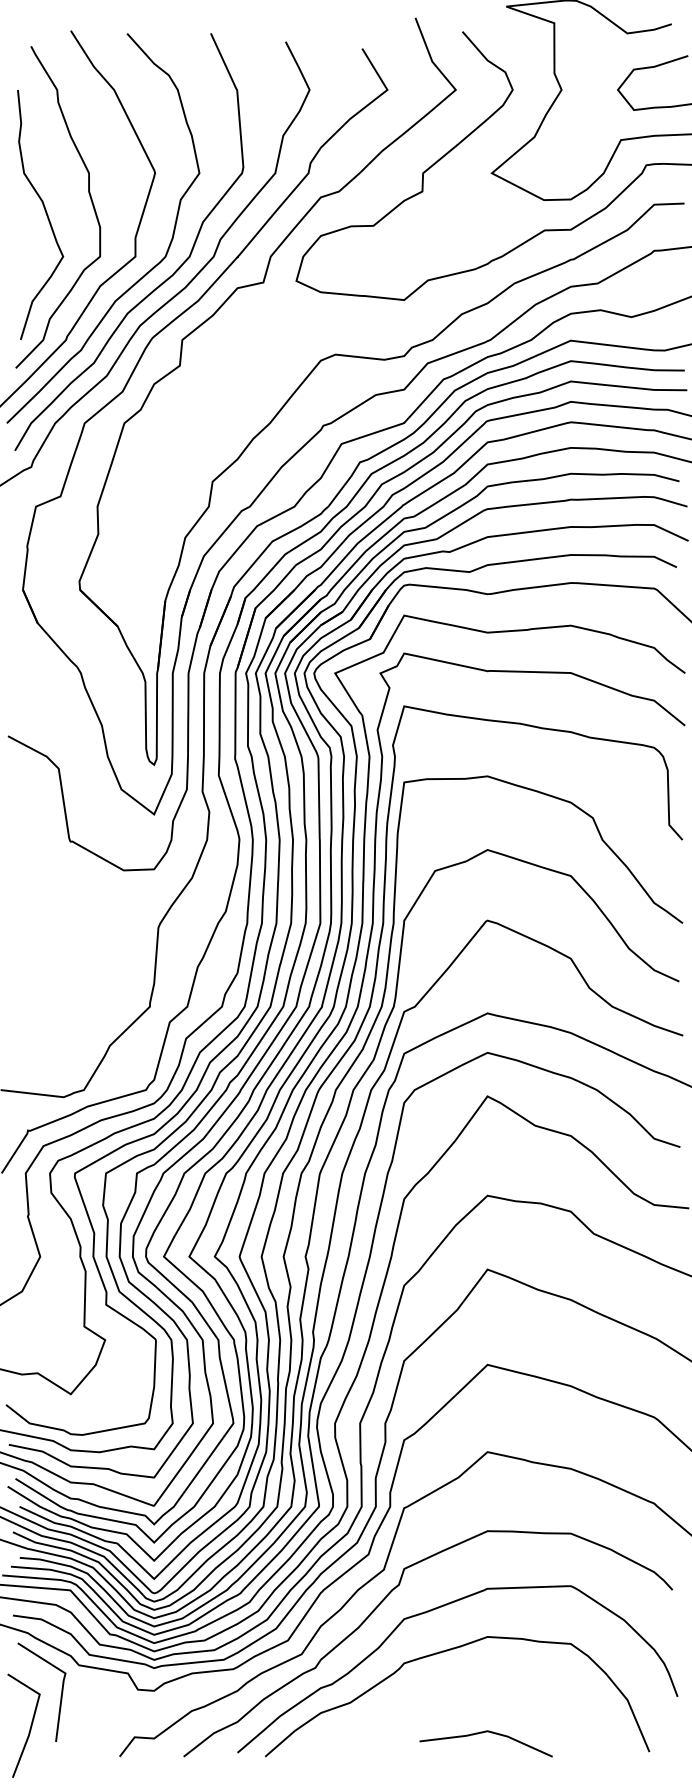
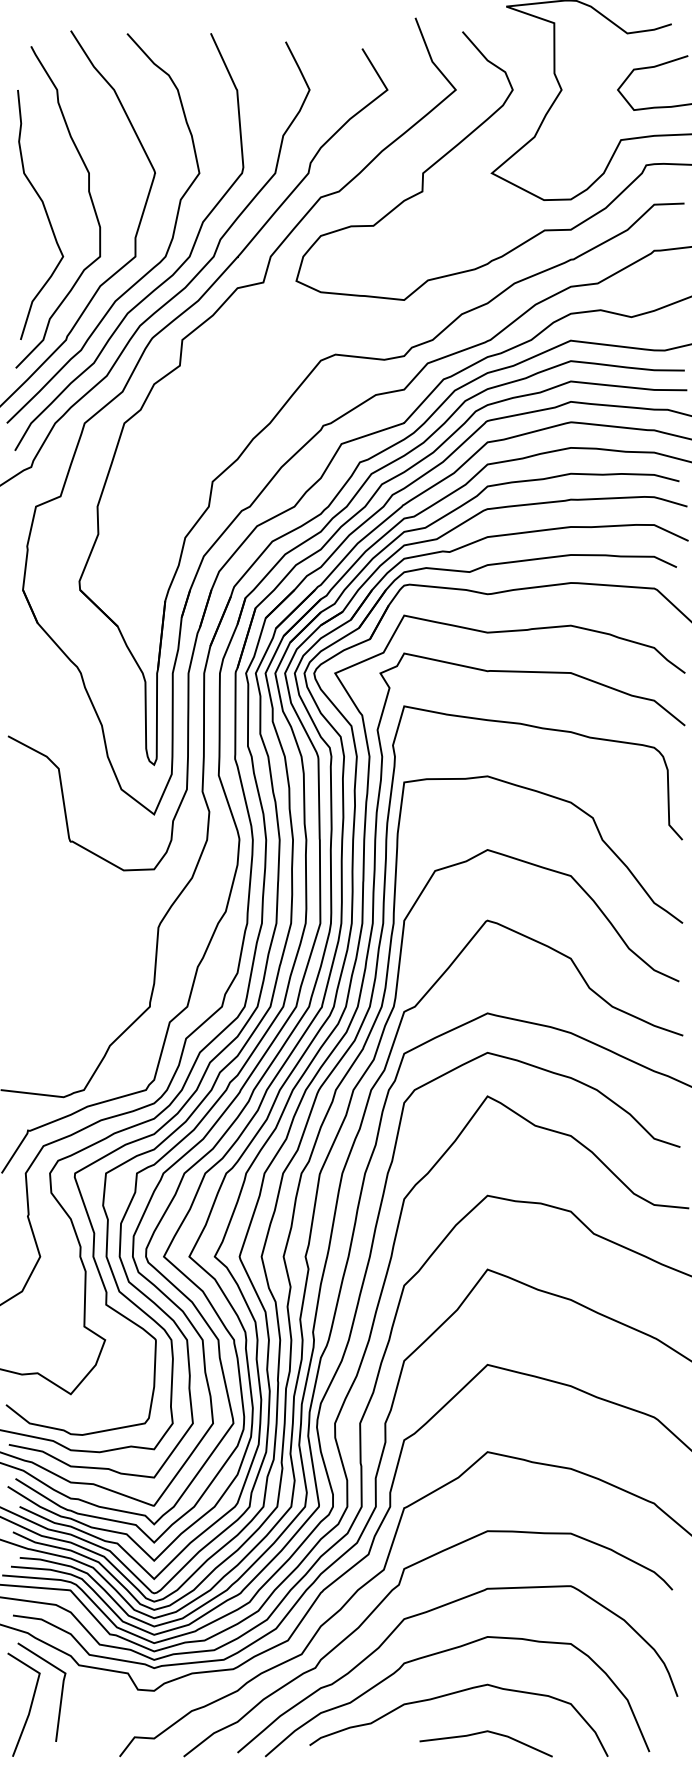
curve at (453, 1694): none -> present
line at (29, 1728) position: (29, 1728) -> (29, 1707)
